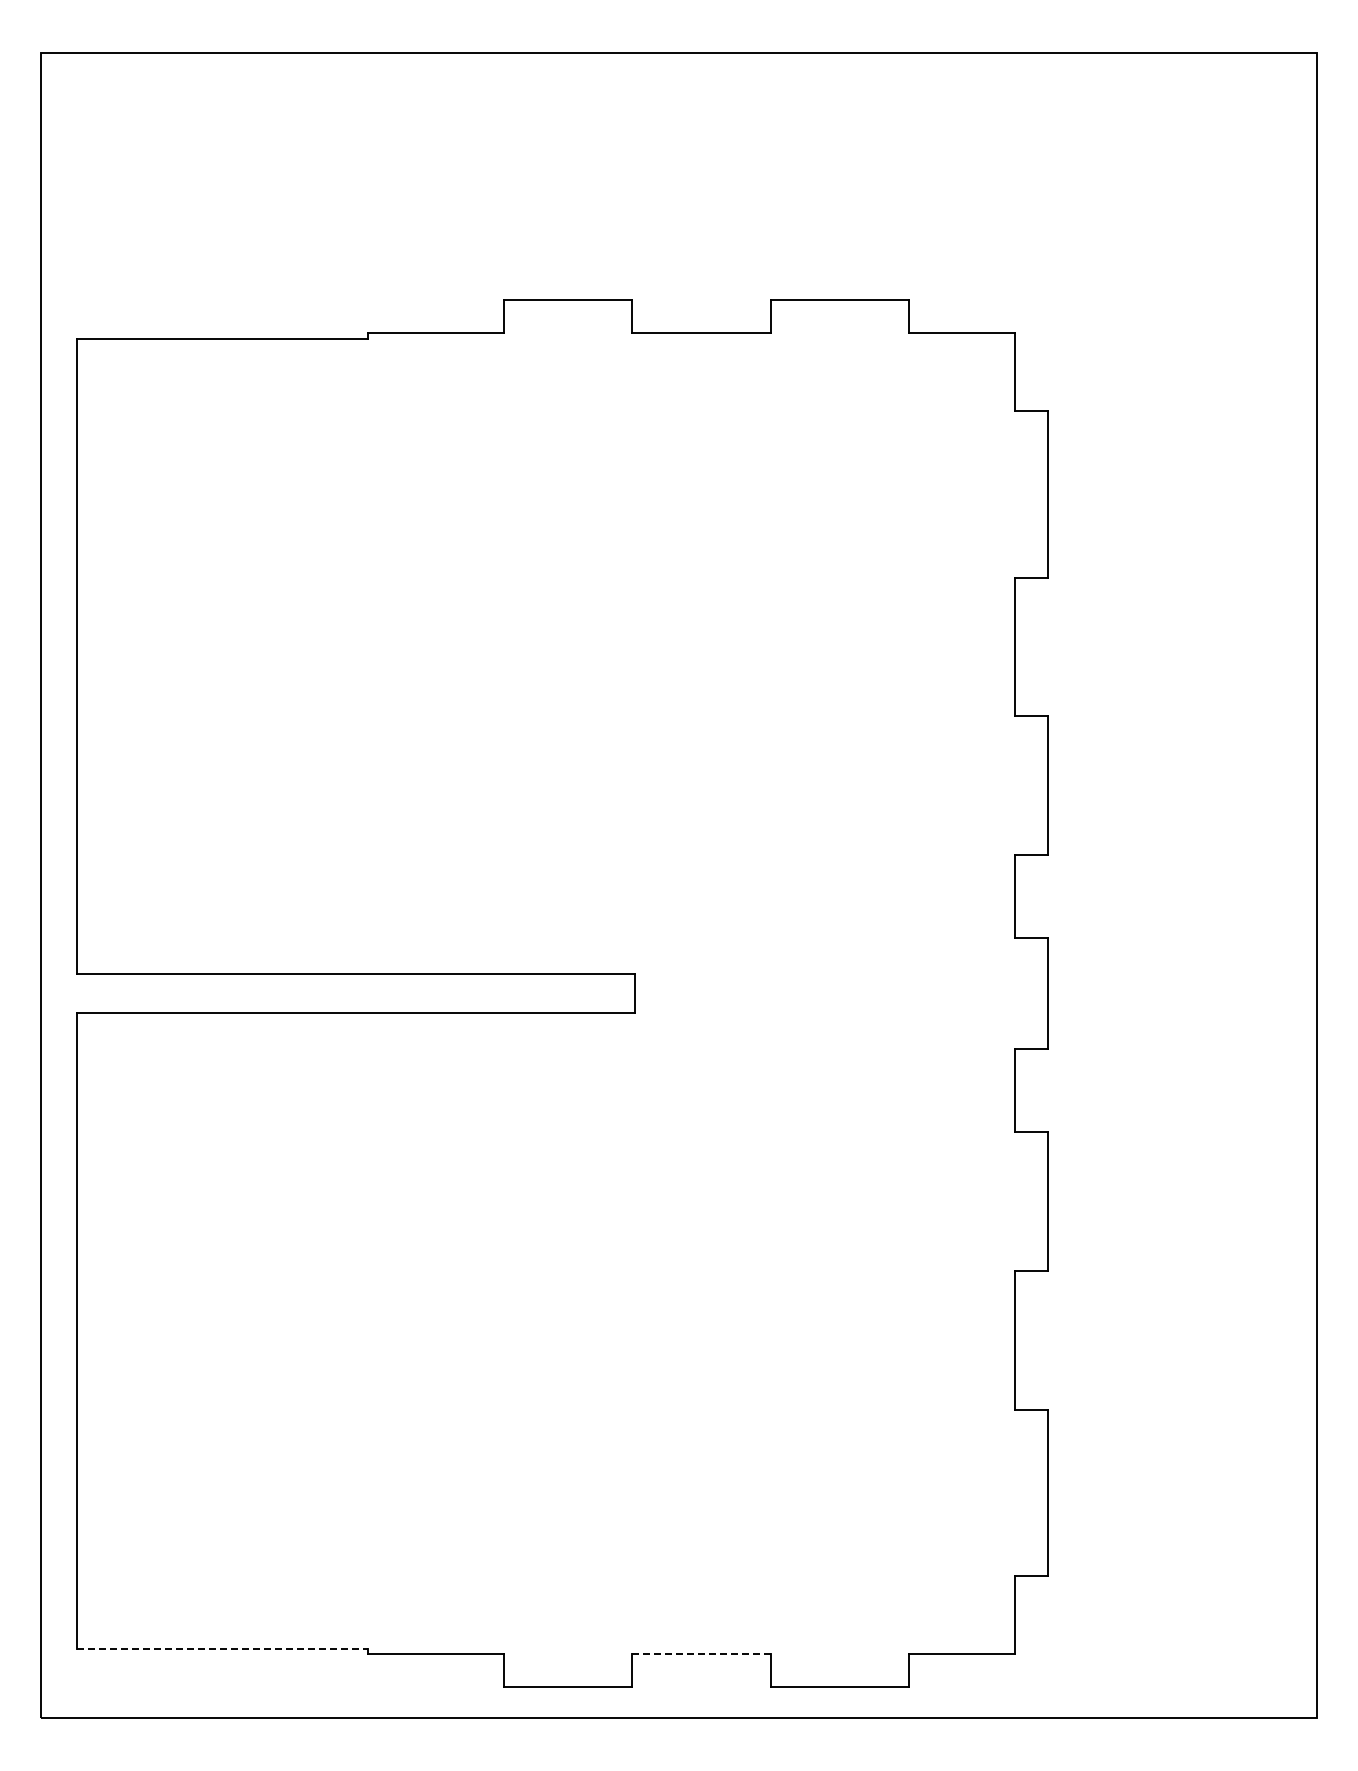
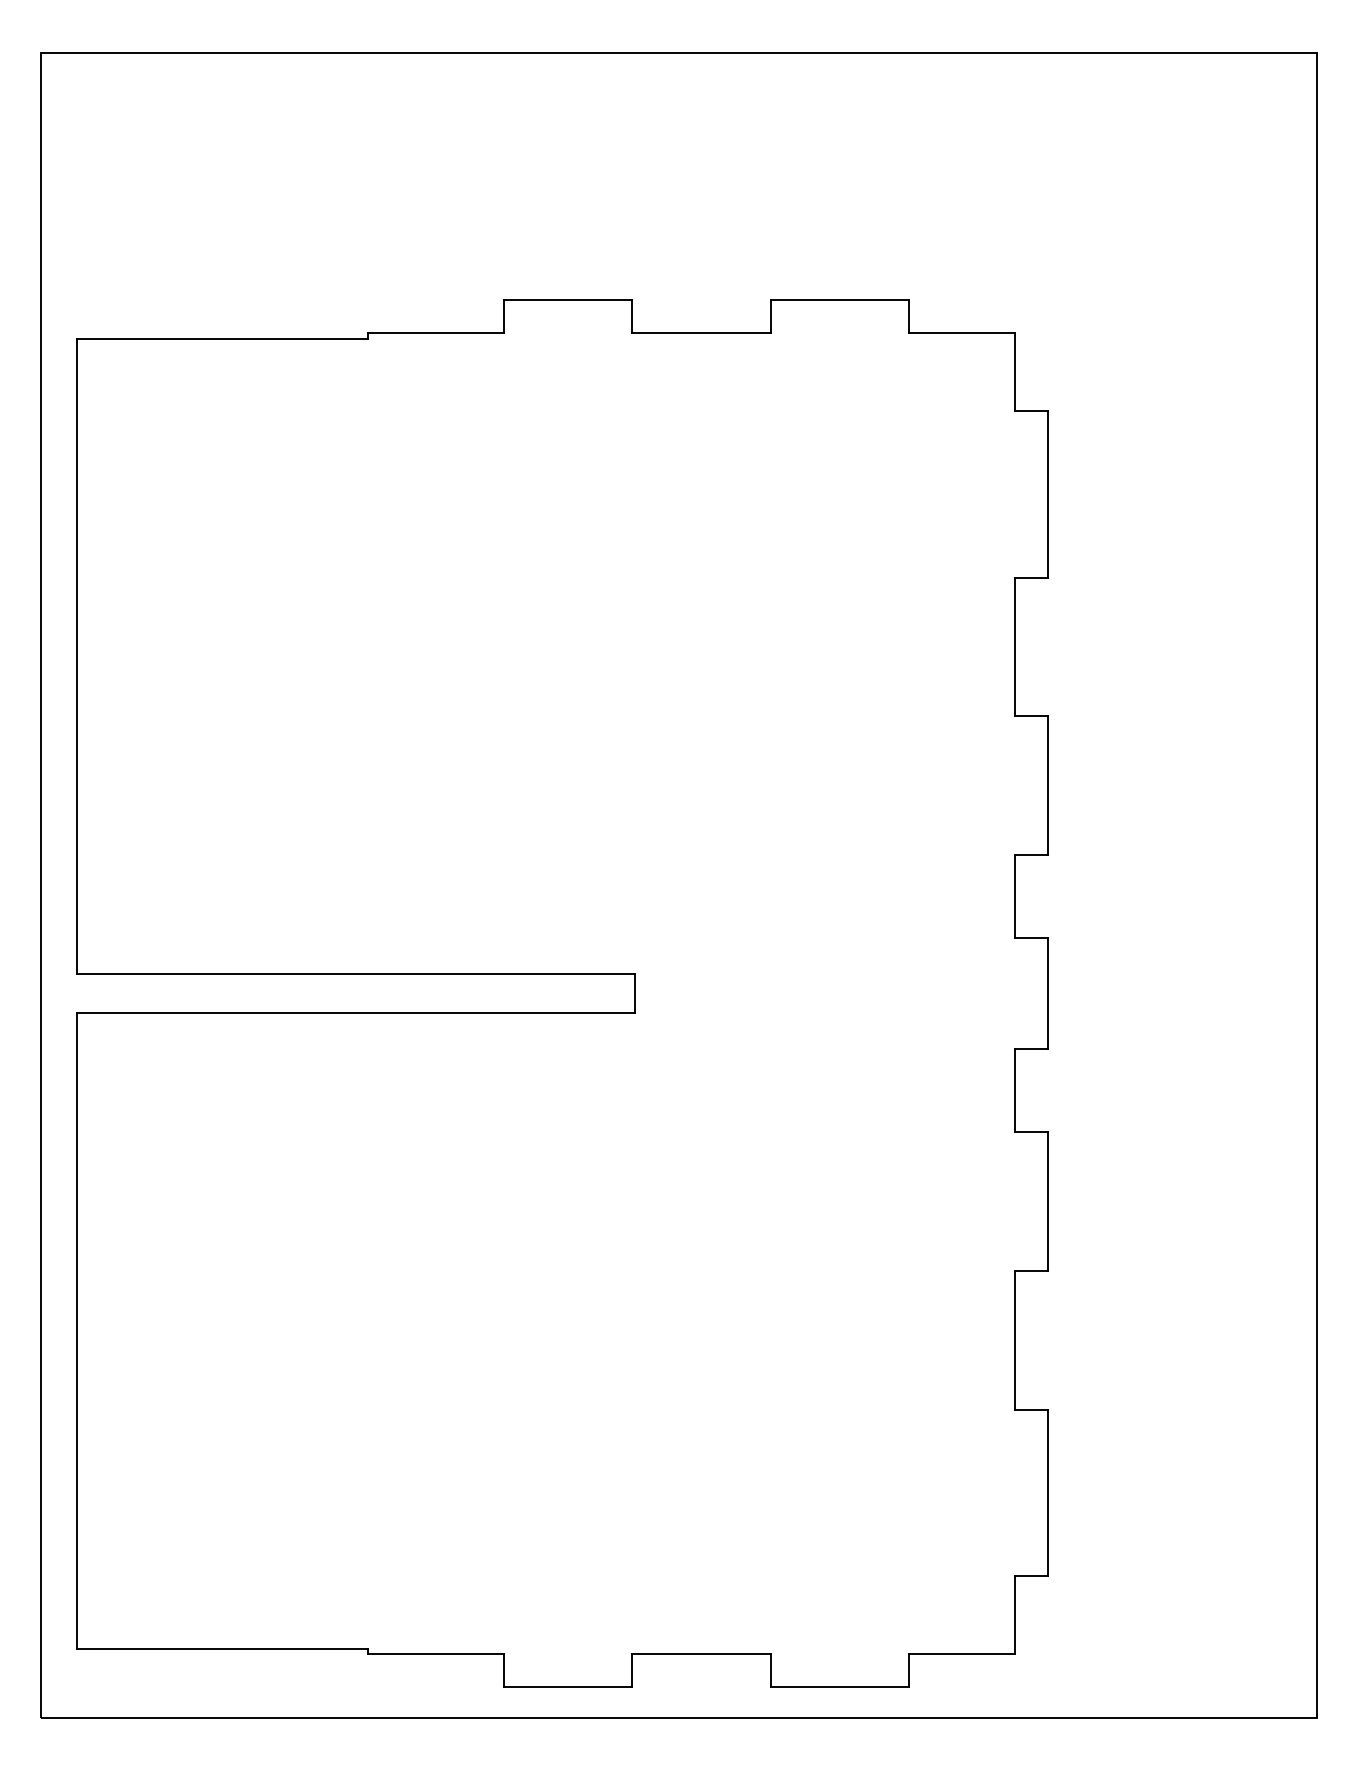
line at (222, 1648): dashed -> solid
line at (701, 1654): dashed -> solid
